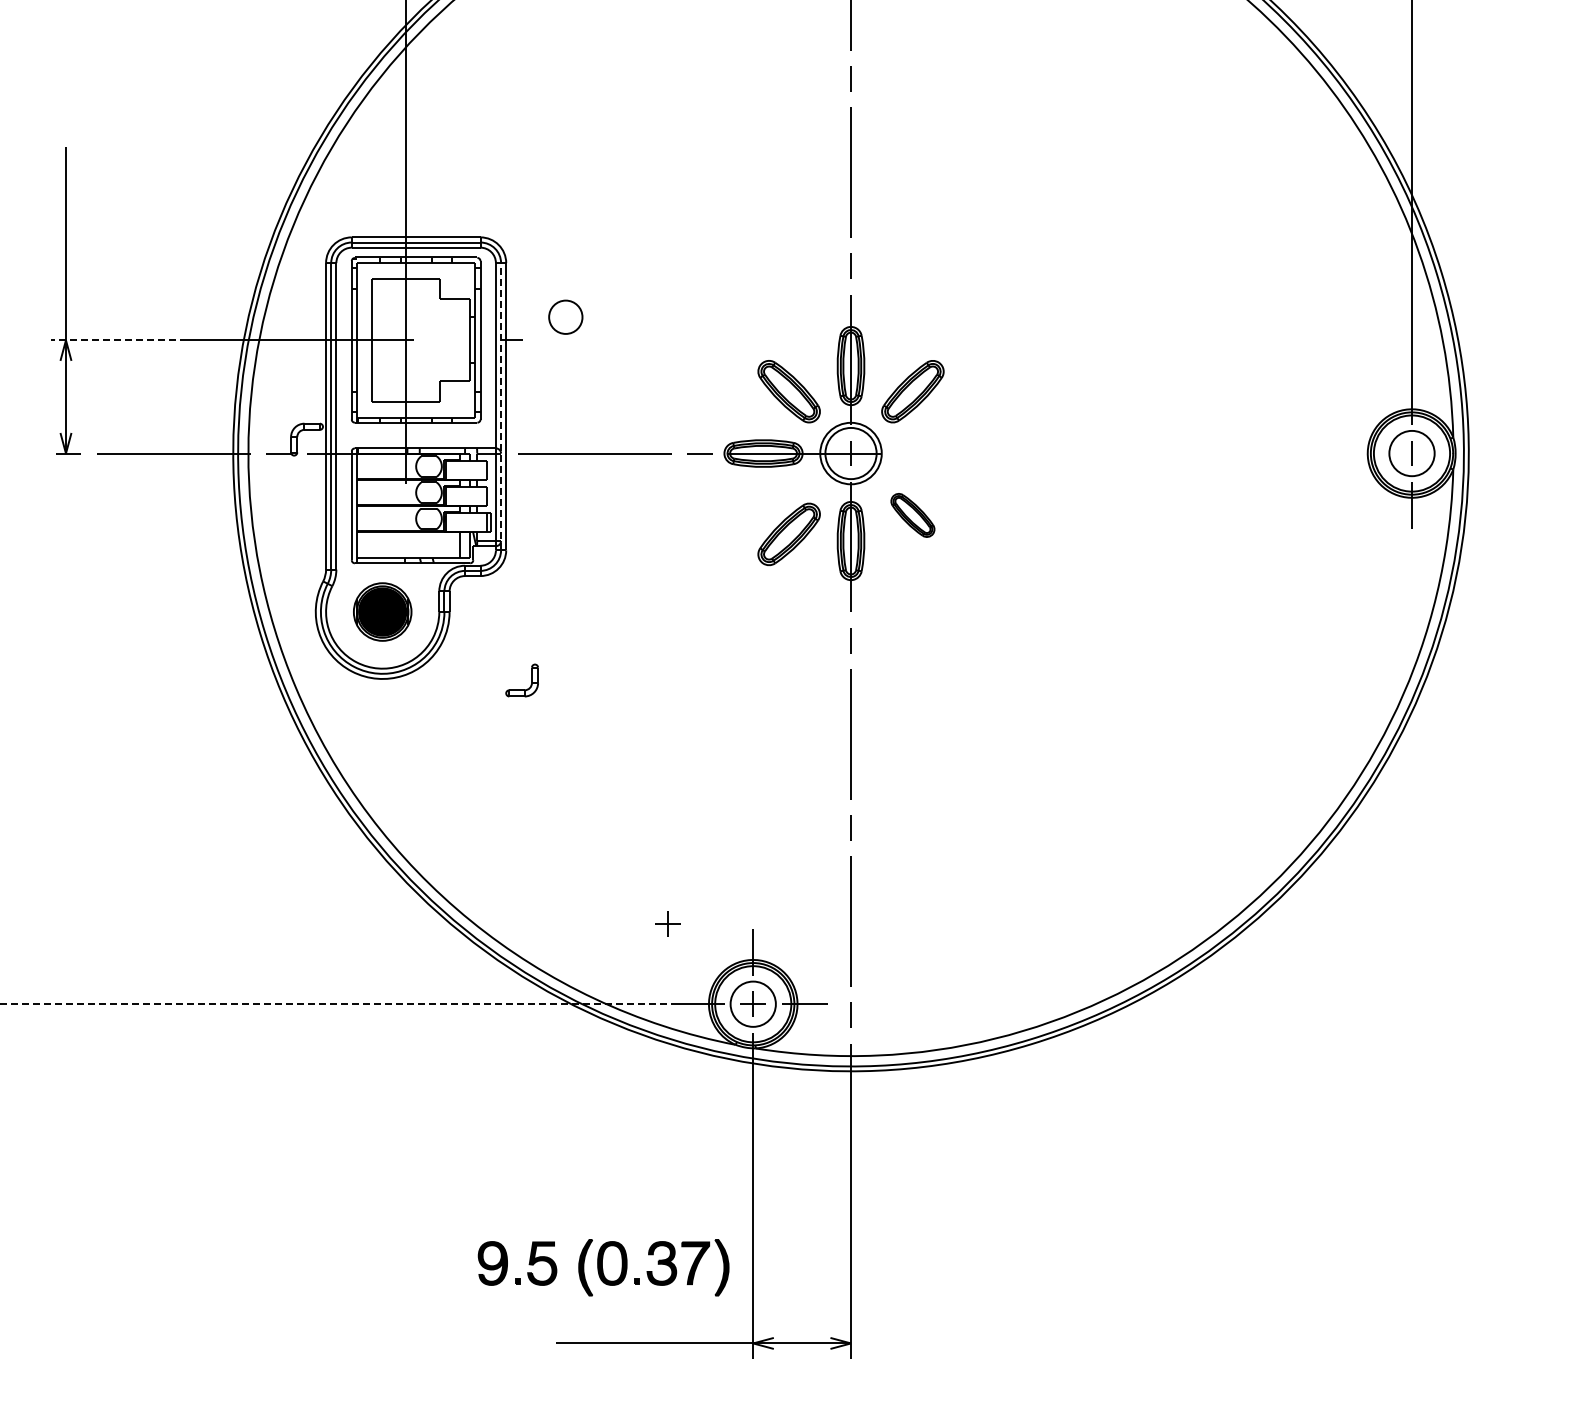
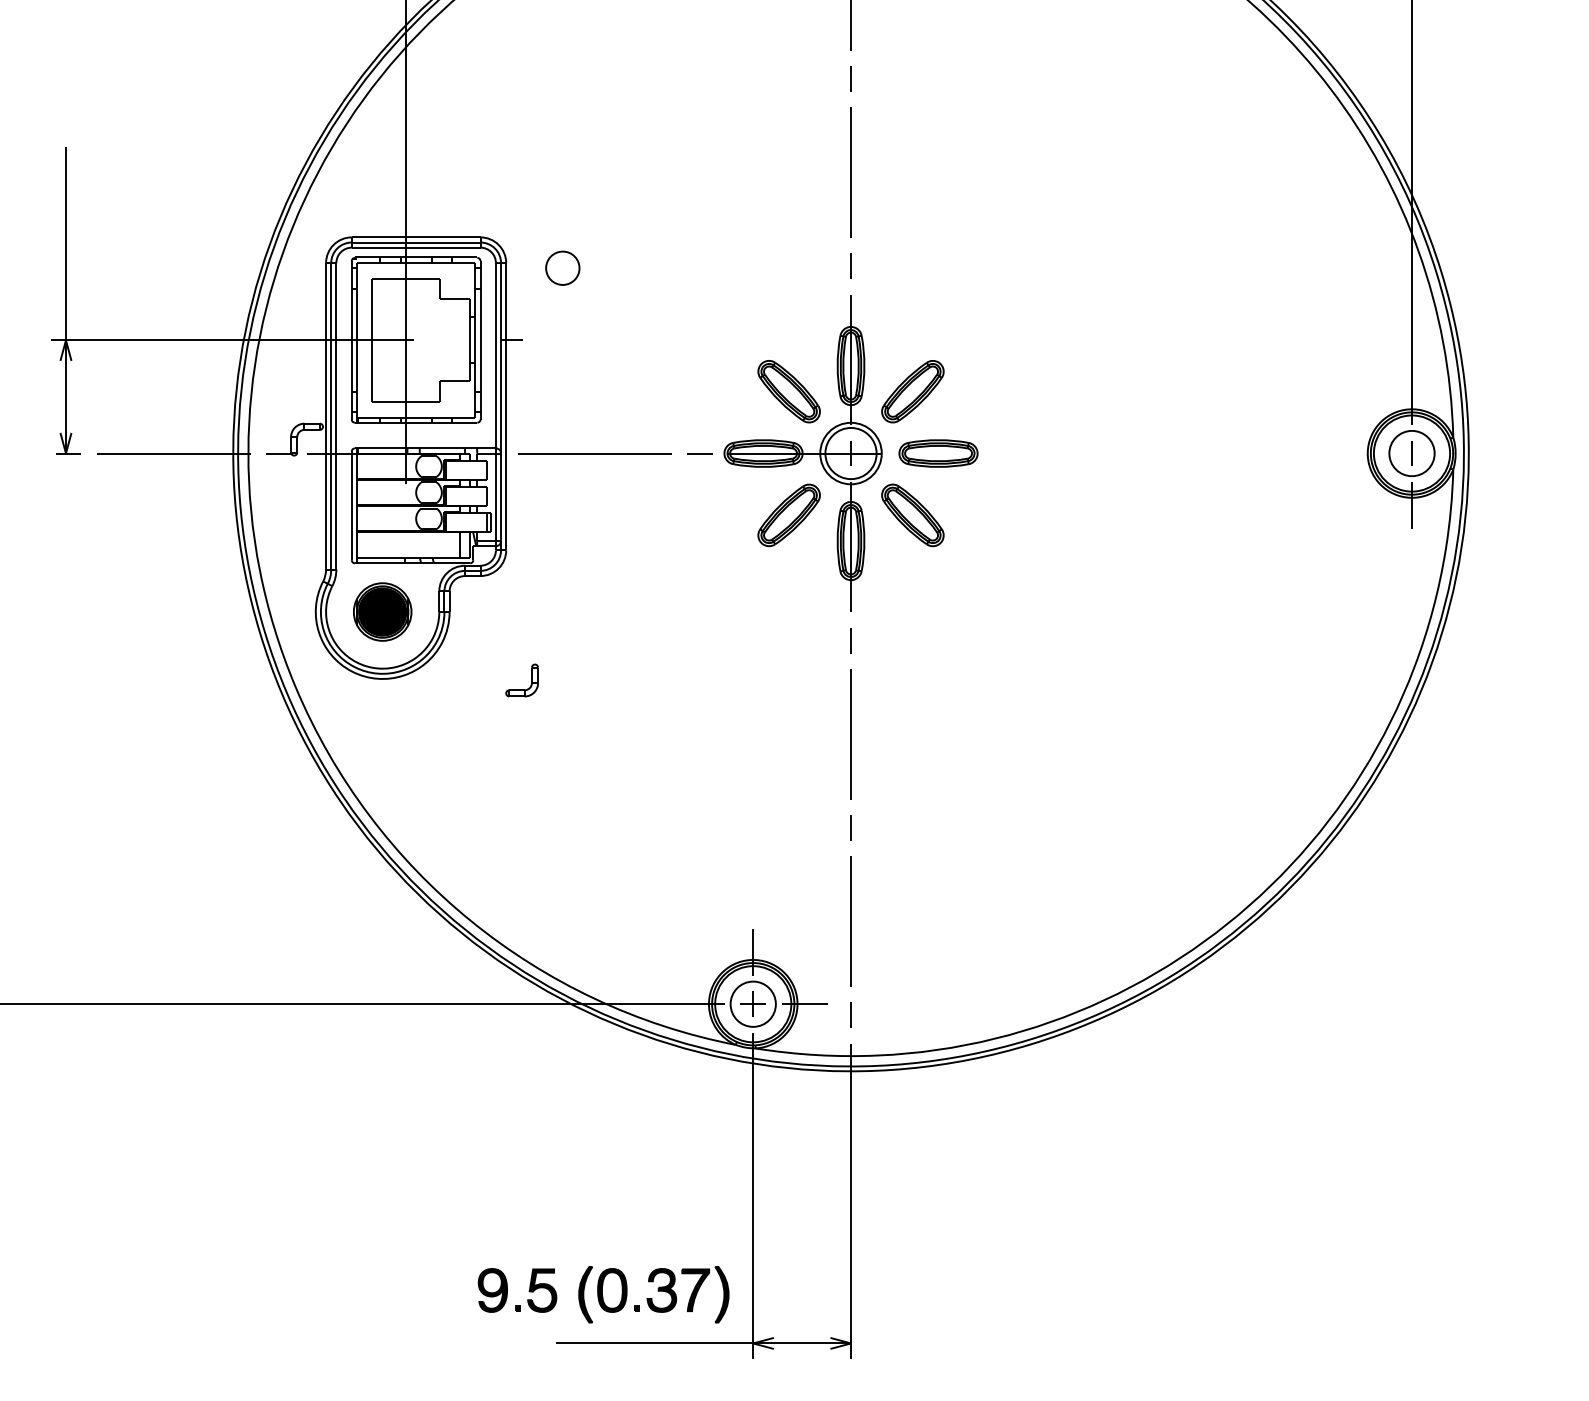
part at (565, 316) position: (565, 316) -> (562, 267)
line at (118, 340): dashed -> solid
line at (501, 406): dashed -> solid
part at (938, 453): none -> present
part at (912, 515) size: 46x45 px -> 64x65 px
part at (788, 533) position: (788, 533) -> (788, 514)
part at (667, 923): present -> none
line at (339, 1004): dashed -> solid
part at (603, 1267) position: (603, 1267) -> (603, 1294)
